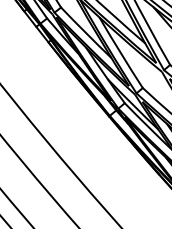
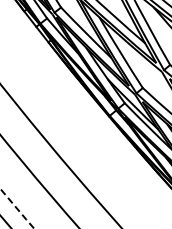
arc at (17, 209): solid -> dashed
